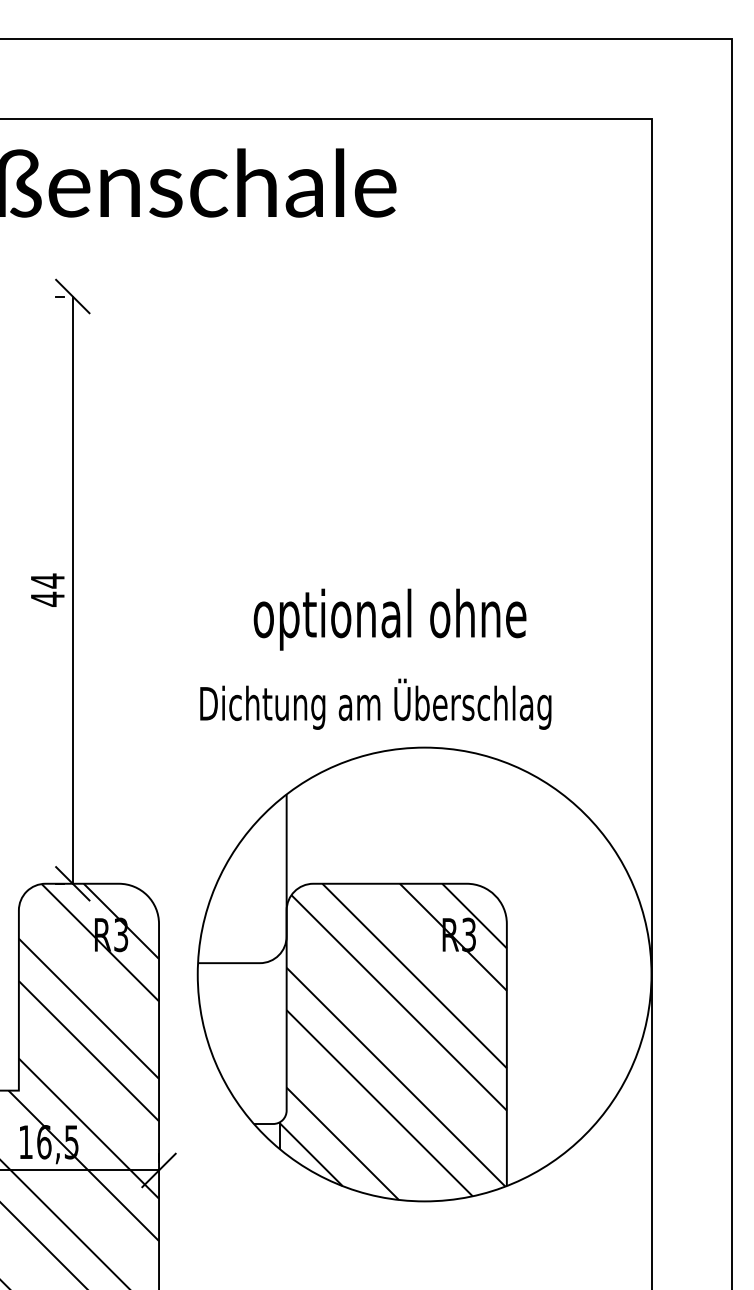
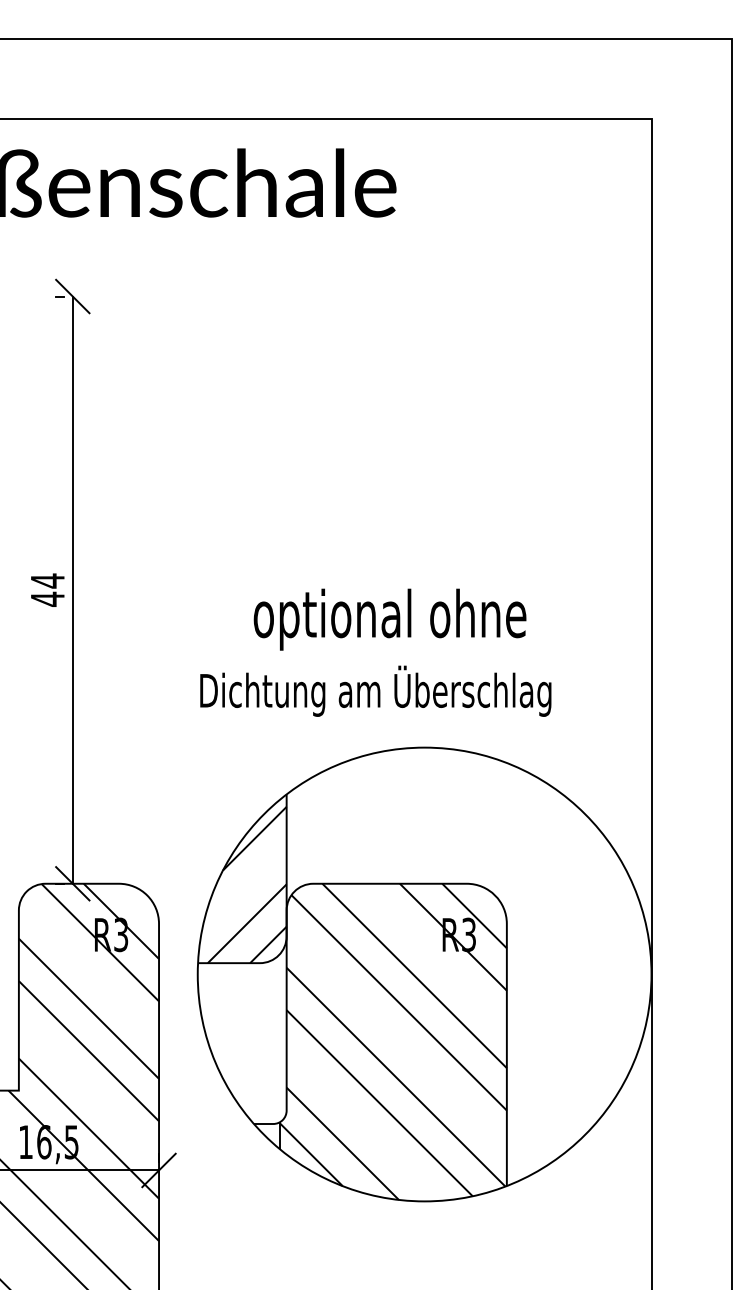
text at (375, 703) position: (375, 703) -> (375, 690)
hatch at (246, 884): none -> present
